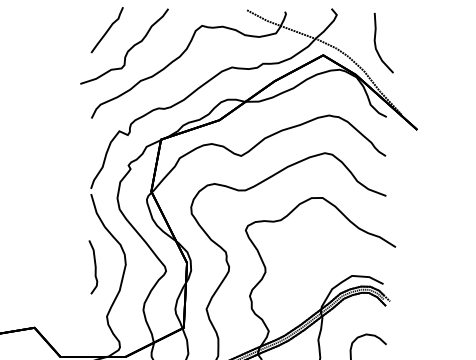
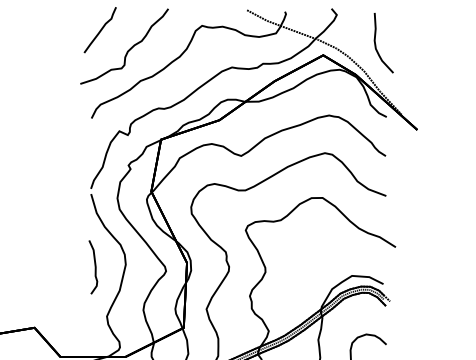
part at (106, 30) position: (106, 30) -> (99, 30)
